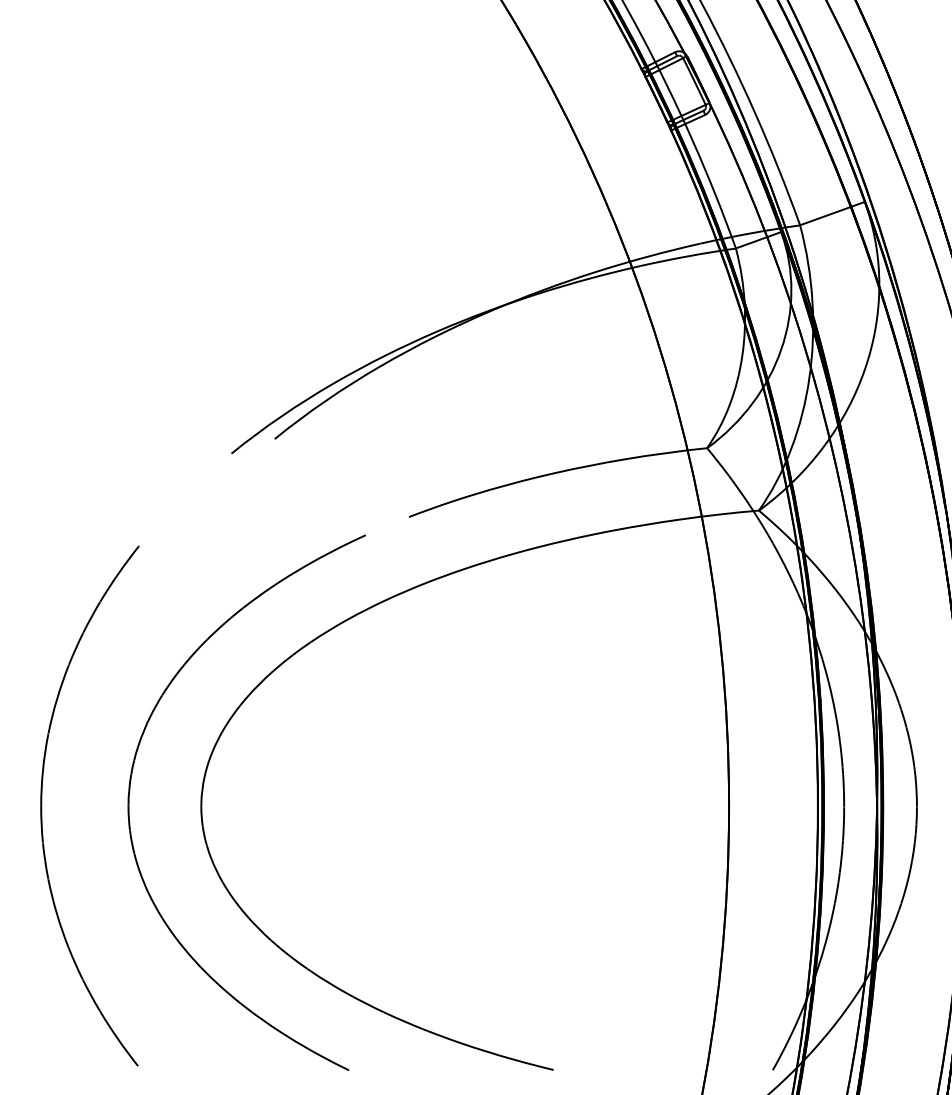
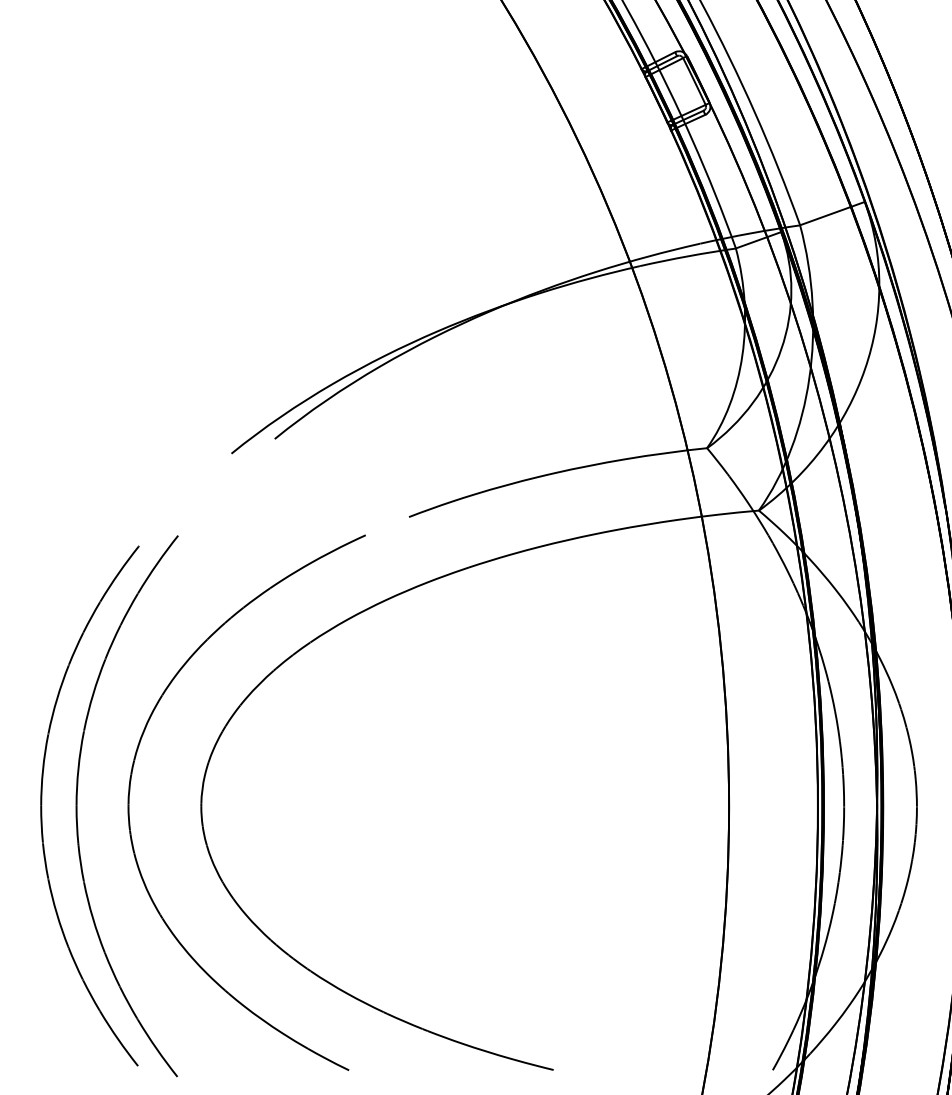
part at (77, 806): none -> present
